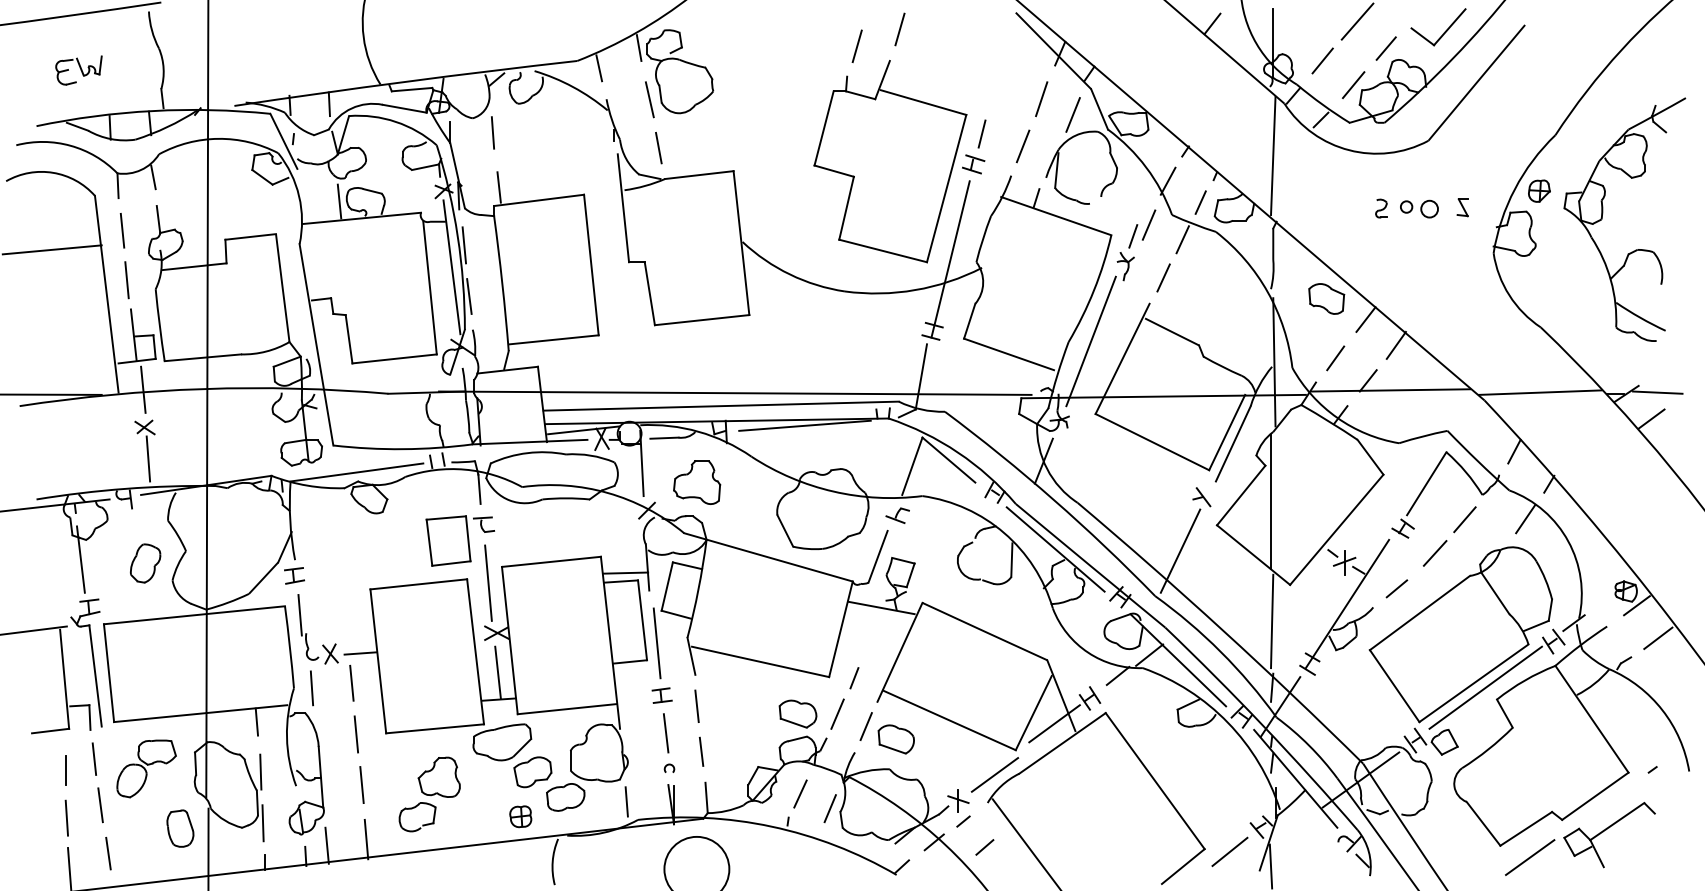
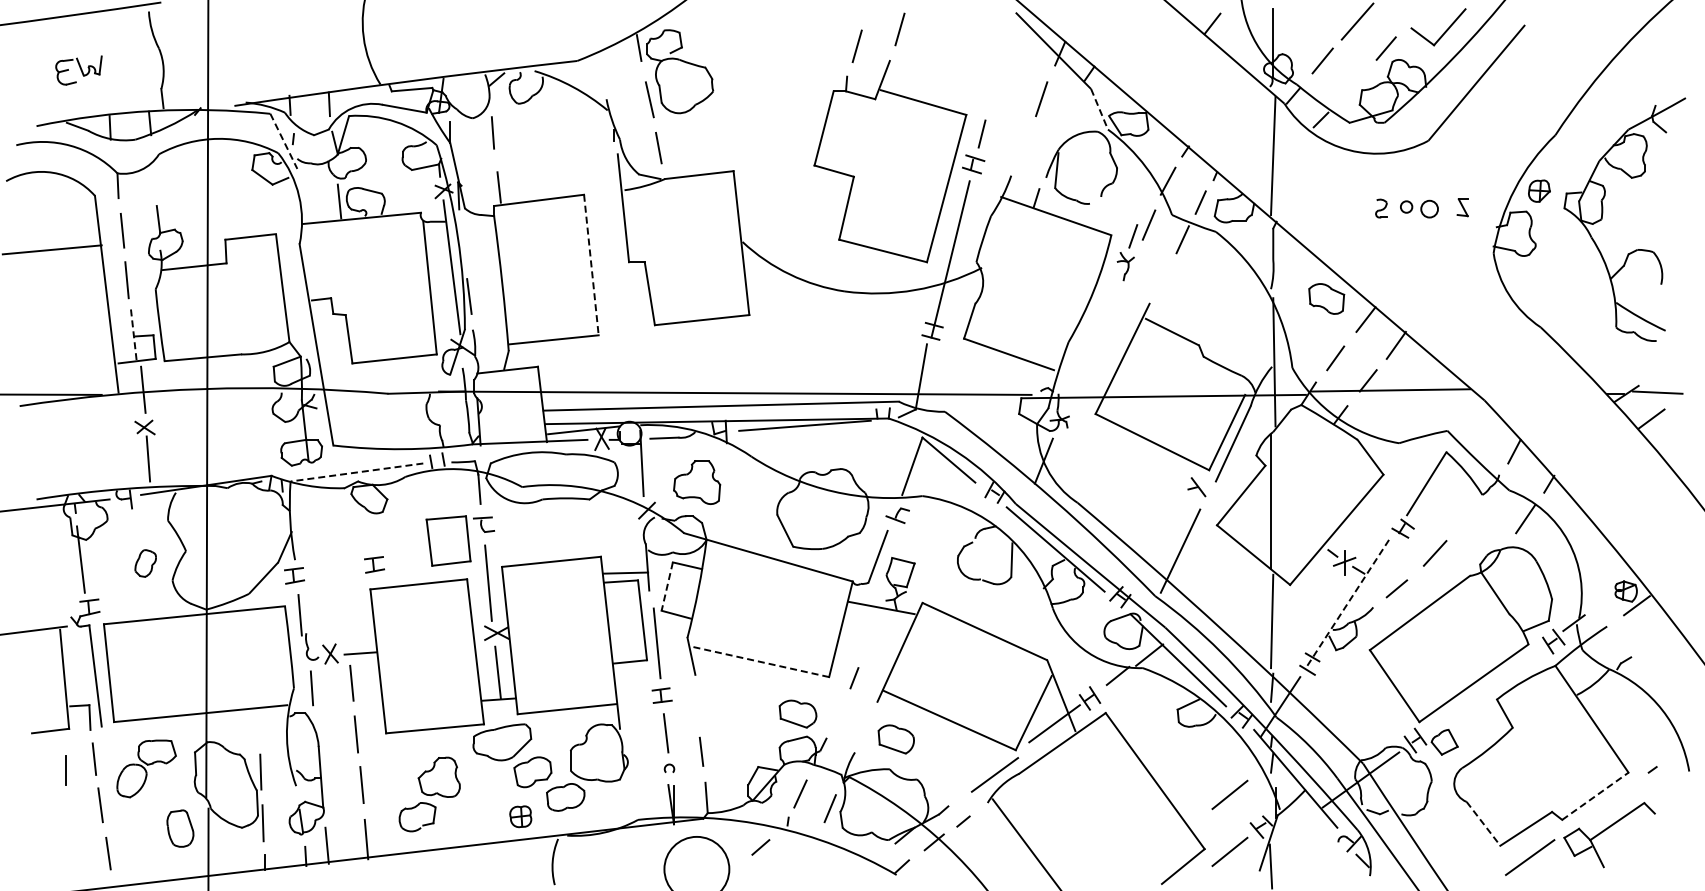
line at (599, 68): present -> none
line at (1353, 85): present -> none
line at (1099, 109): solid -> dashed
line at (1072, 114): present -> none
line at (283, 141): solid -> dashed
line at (1022, 146): present -> none
line at (153, 177): present -> none
line at (464, 245): present -> none
line at (591, 265): solid -> dashed
line at (1163, 277): present -> none
line at (133, 335): solid -> dashed
line at (1090, 341): present -> none
line at (1540, 392): present -> none
line at (356, 472): solid -> dashed
part at (1201, 497) position: (1201, 497) -> (1196, 487)
line at (1464, 519): present -> none
part at (145, 563) size: 32x41 px -> 23x29 px
part at (374, 564): none -> present
line at (667, 586): solid -> dashed
line at (1347, 604): solid -> dashed
line at (1658, 637): present -> none
line at (760, 661): solid -> dashed
line at (1485, 687): present -> none
line at (696, 705): present -> none
line at (837, 713): present -> none
line at (256, 721): present -> none
line at (865, 726): present -> none
line at (1229, 794): none -> present
line at (1595, 796): solid -> dashed
part at (958, 800): present -> none
line at (626, 801): present -> none
line at (66, 817): present -> none
line at (1483, 823): solid -> dashed
line at (984, 847) position: (984, 847) -> (760, 847)
line at (69, 867): present -> none
